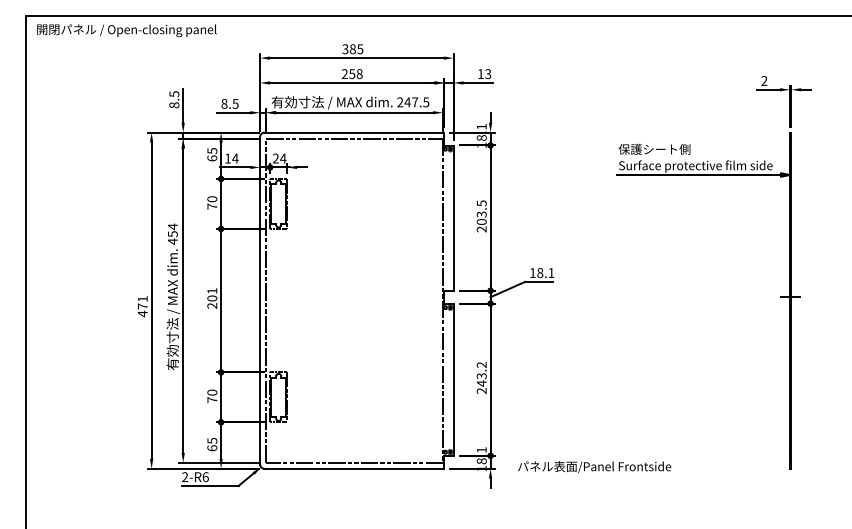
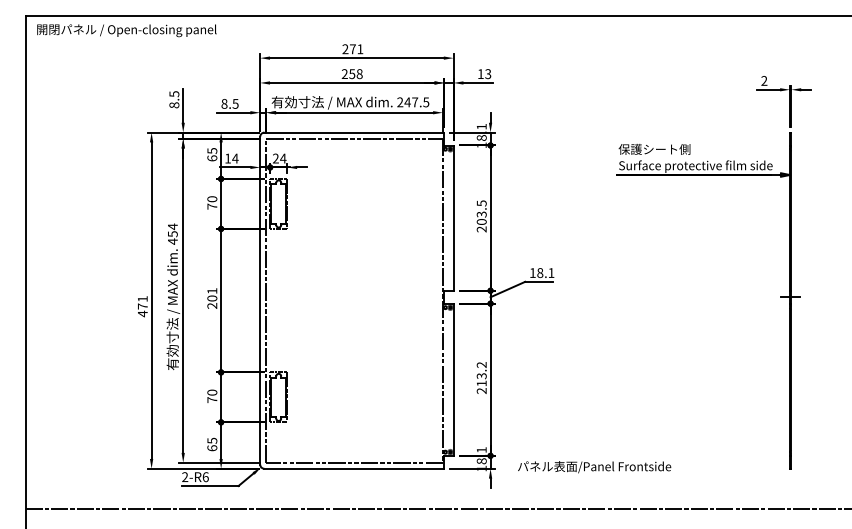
text at (352, 49): 385 -> 271
text at (481, 383): 243.2 -> 213.2
line at (436, 508): none -> present
